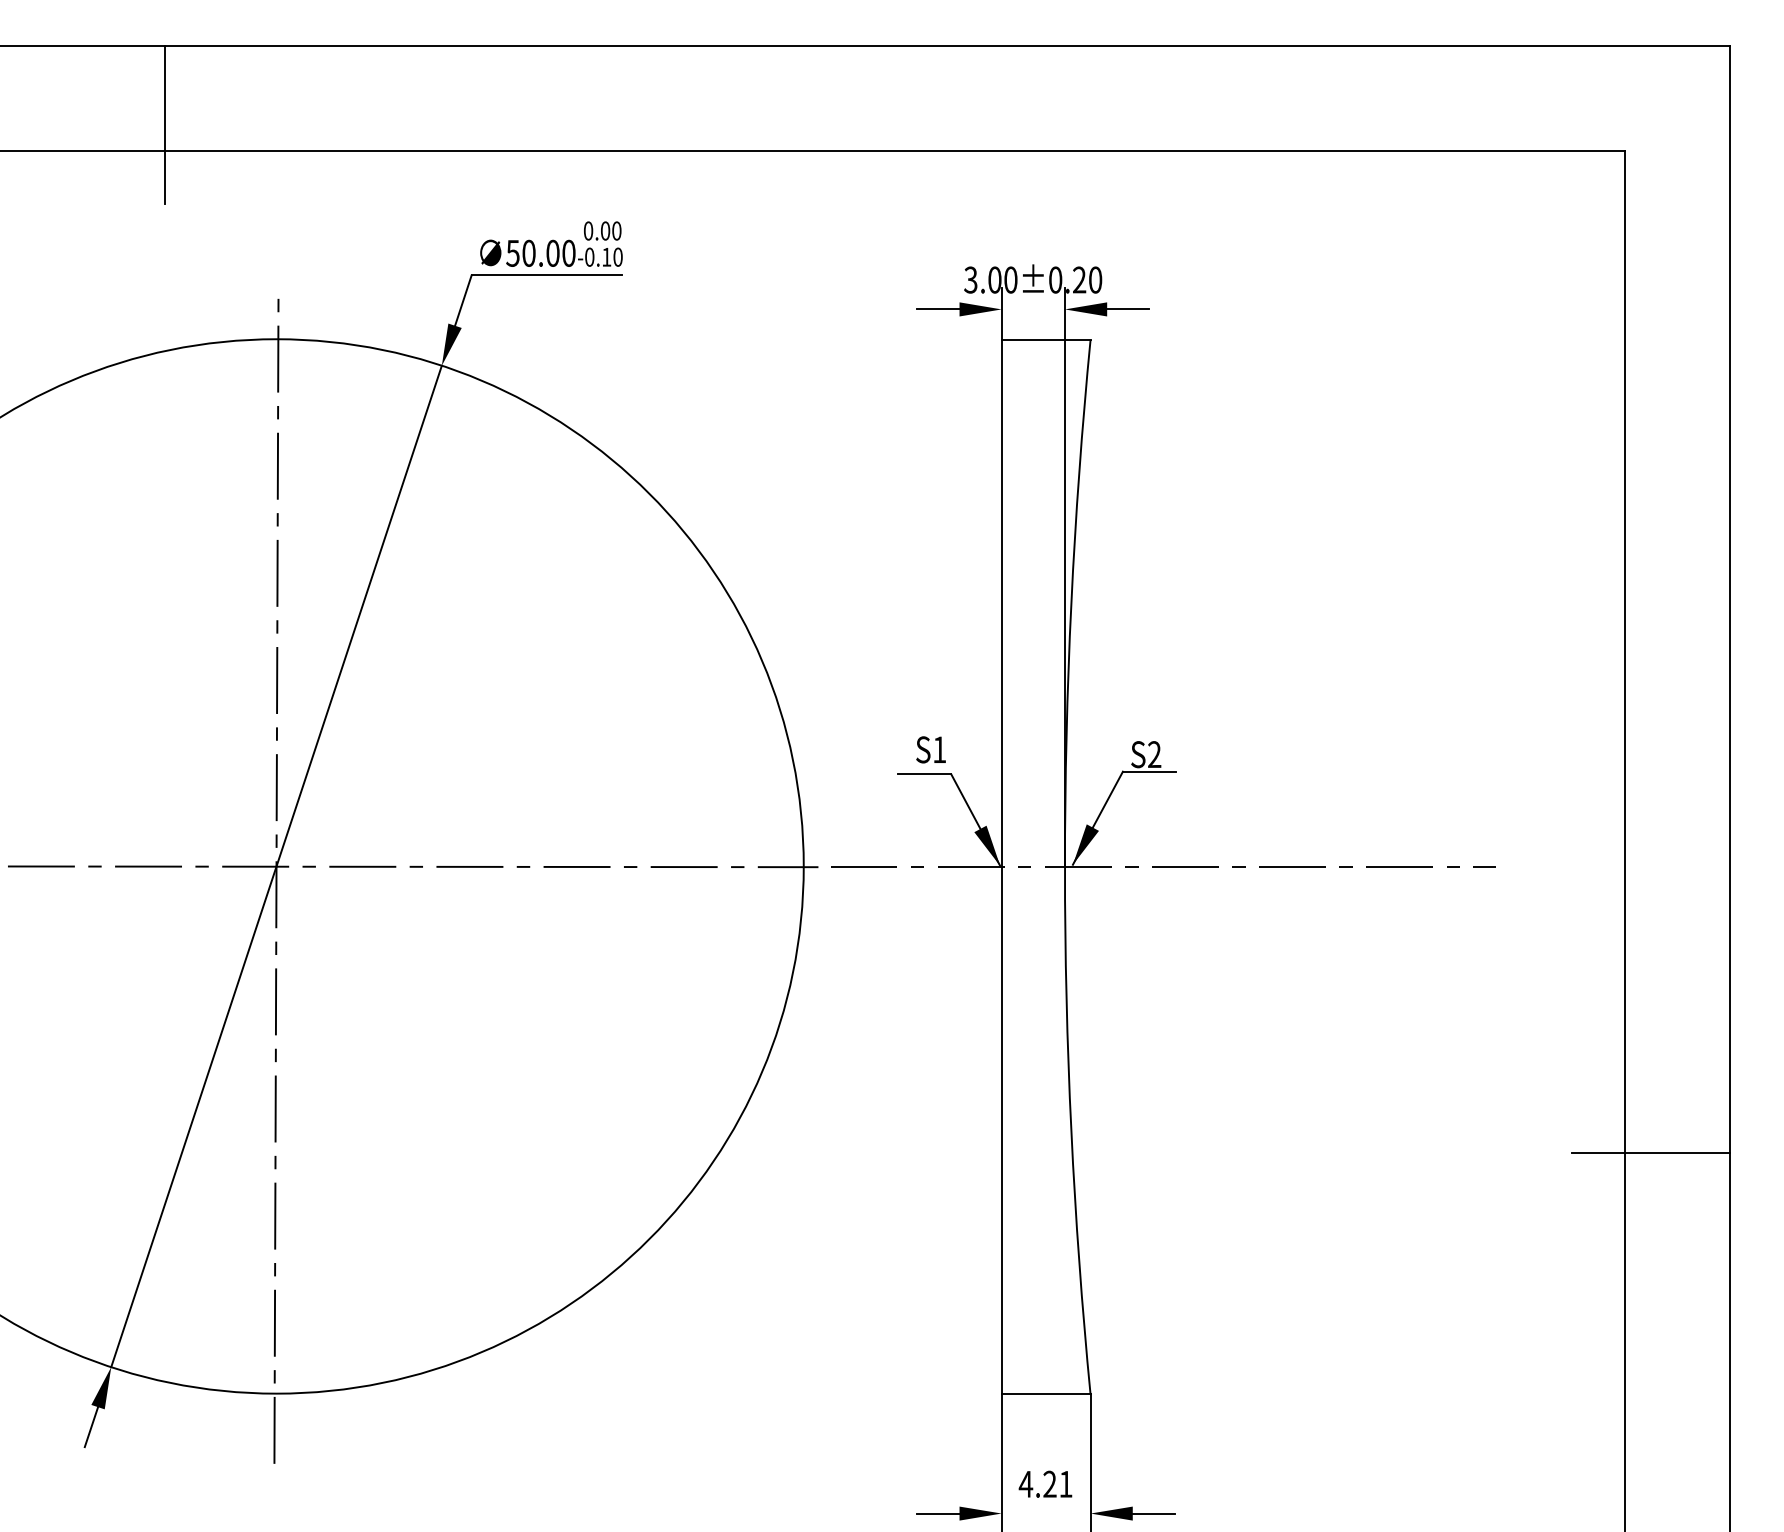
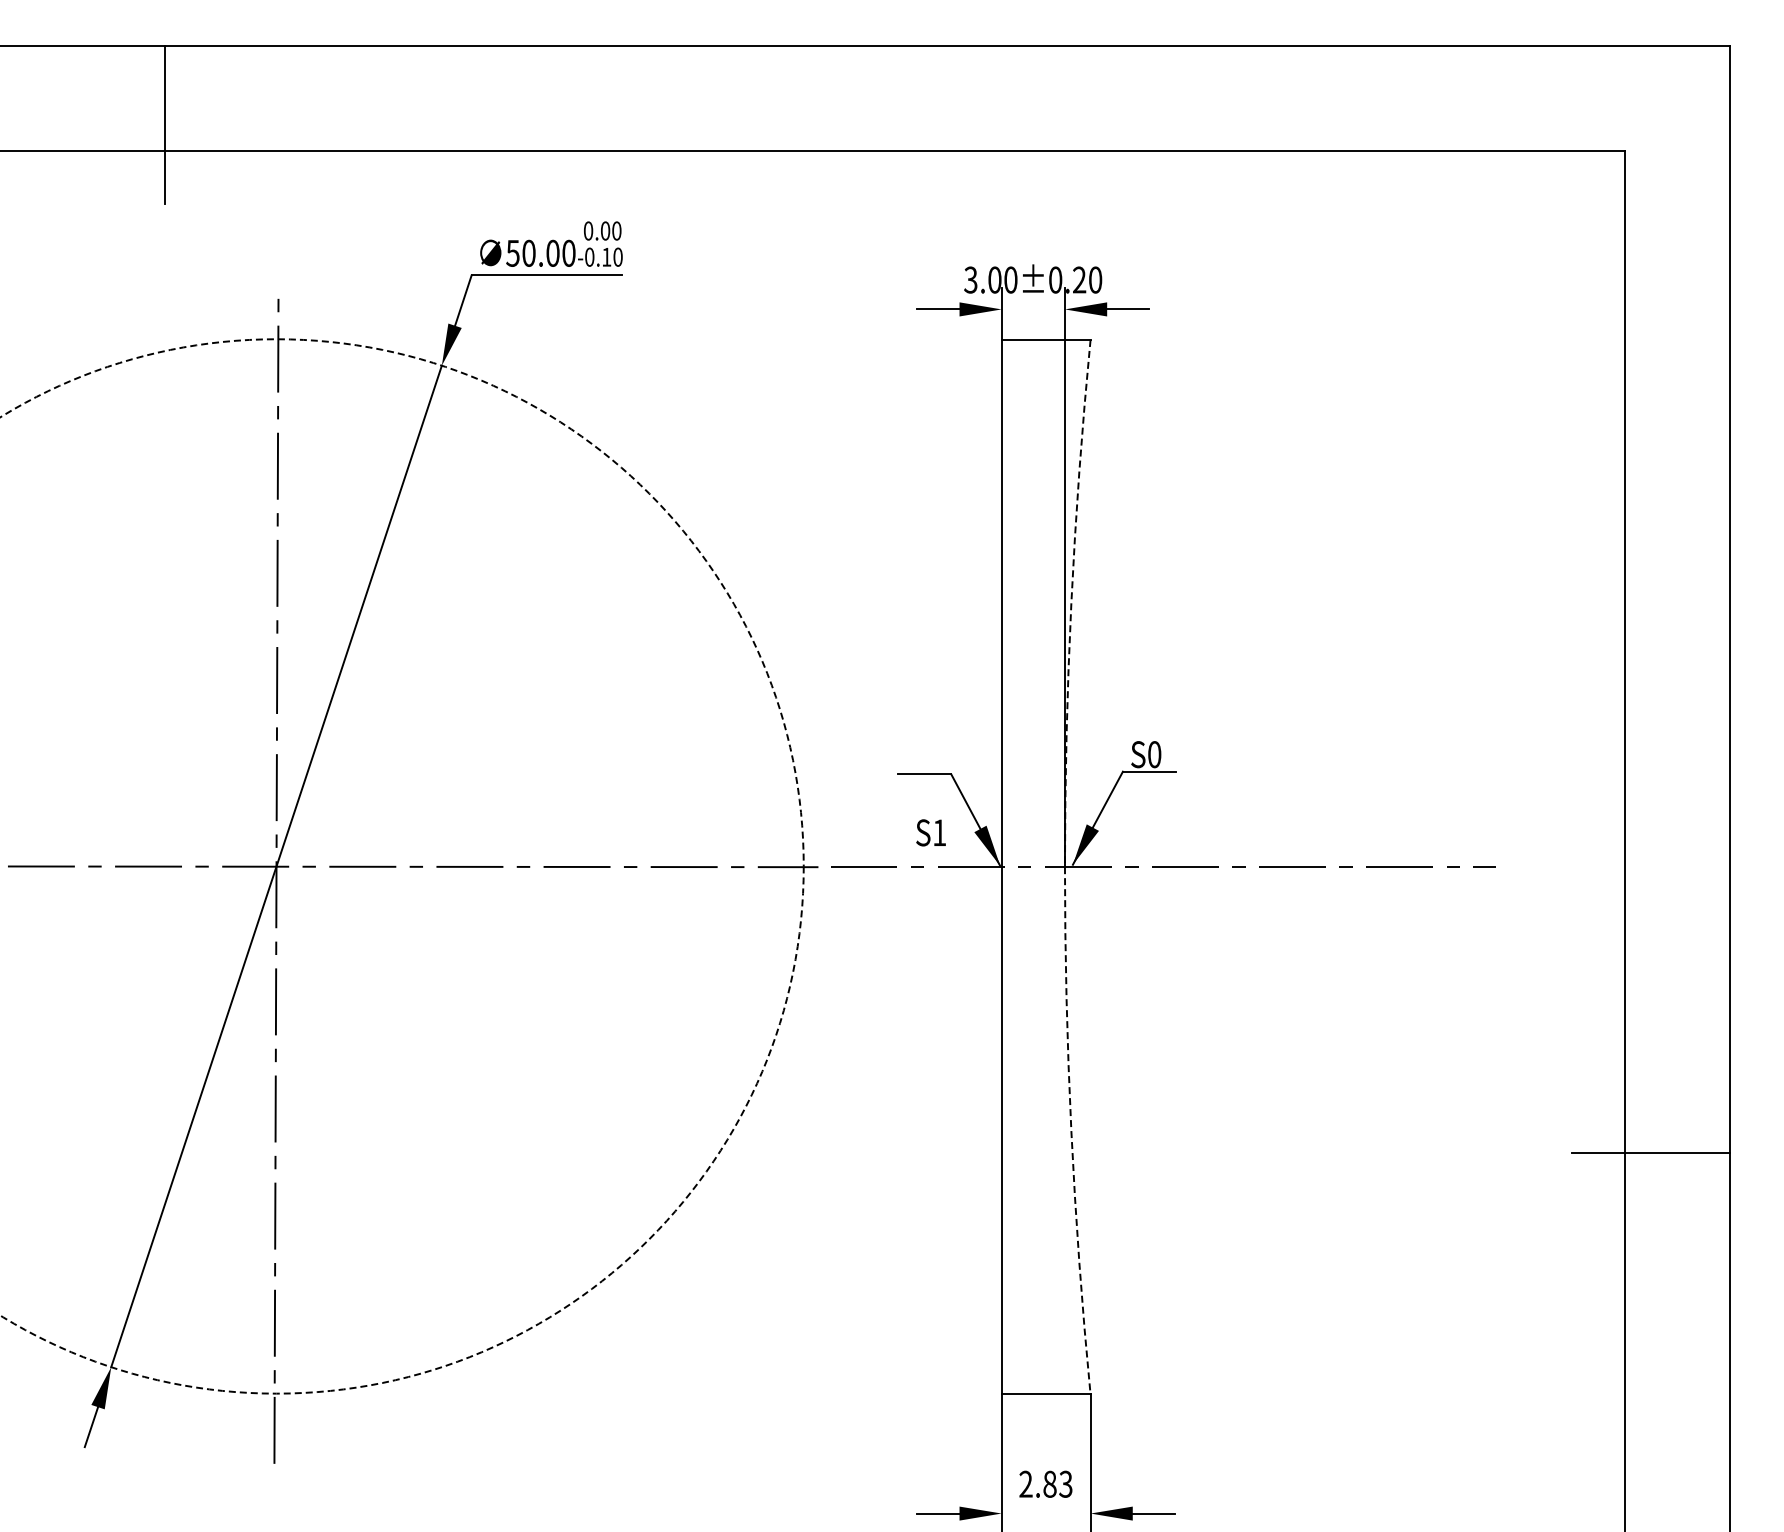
text at (930, 749) position: (930, 749) -> (930, 832)
text at (1154, 754): S2 -> S0
circle at (401, 866): solid -> dashed
arc at (1064, 867): solid -> dashed
text at (1045, 1483): 4.21 -> 2.83
